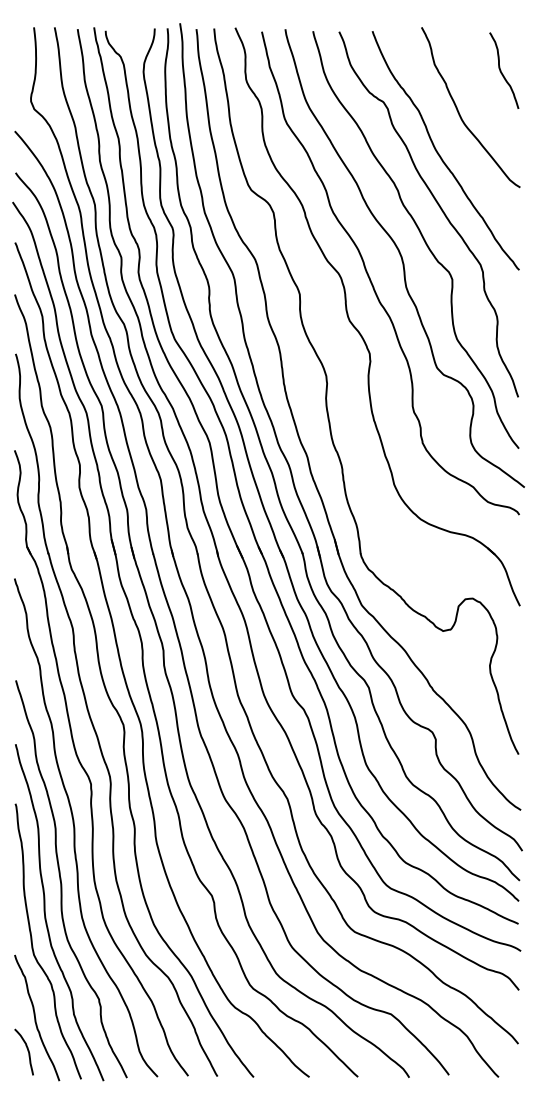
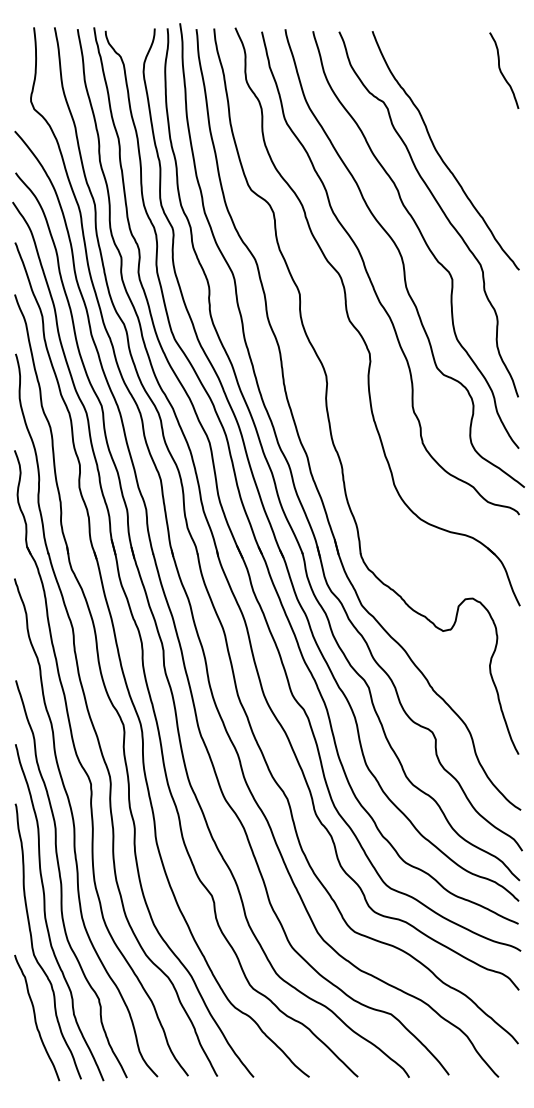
curve at (459, 111): present -> none
curve at (27, 1051): present -> none
